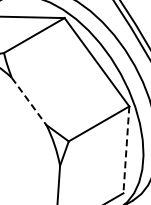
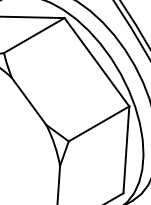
line at (29, 101): dashed -> solid
line at (126, 149): dashed -> solid
